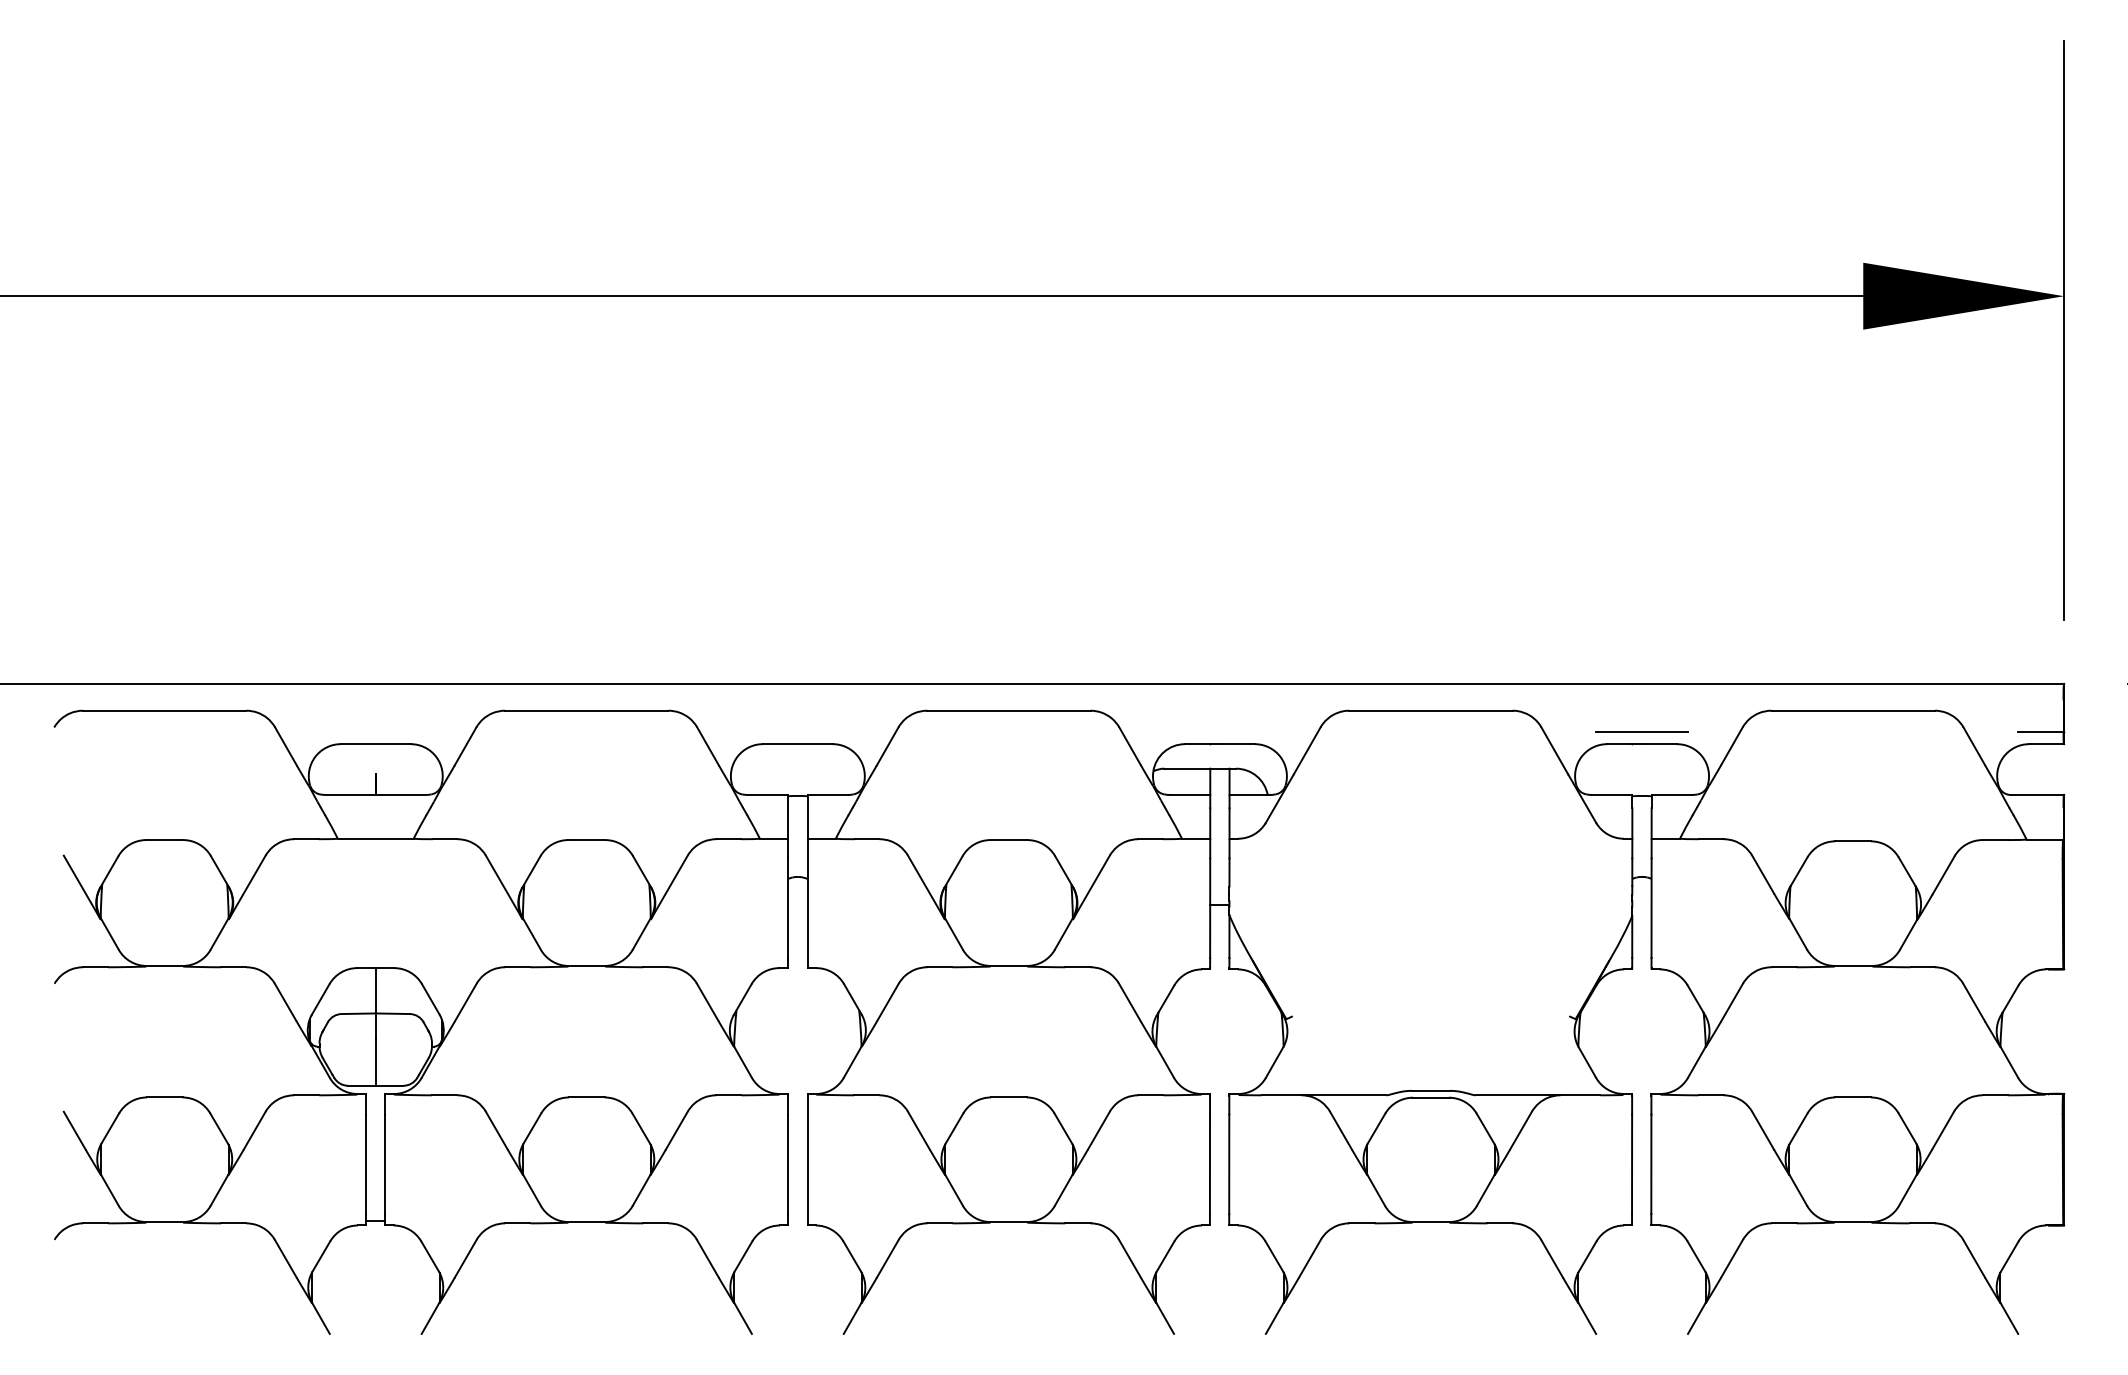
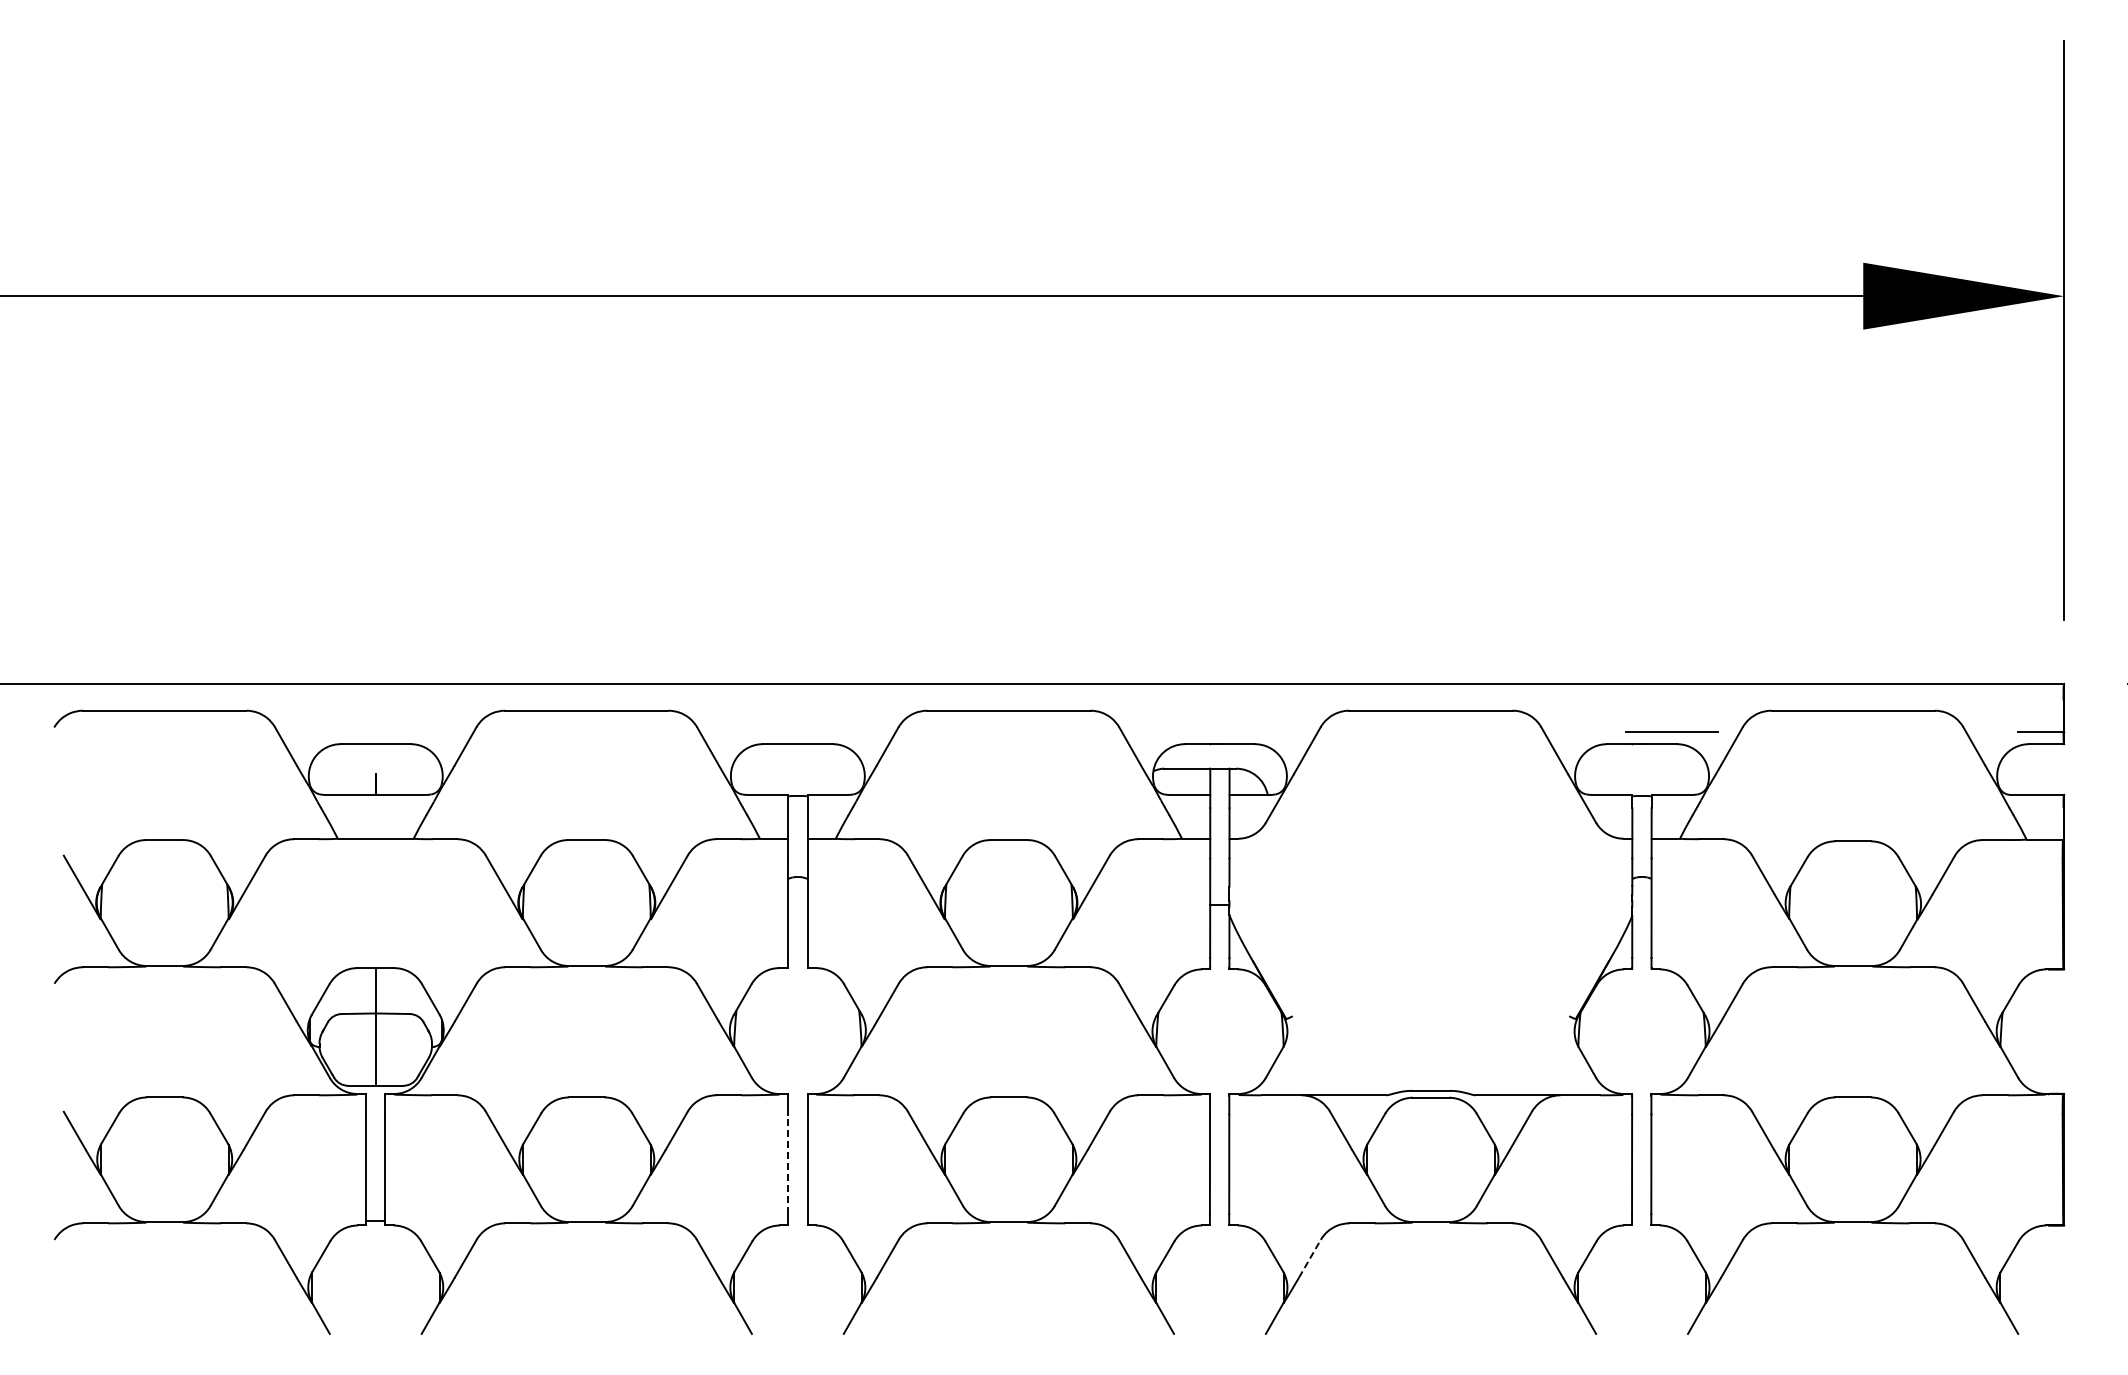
line at (1641, 731) position: (1641, 731) -> (1671, 731)
line at (788, 1164): solid -> dashed
line at (1309, 1258): solid -> dashed
